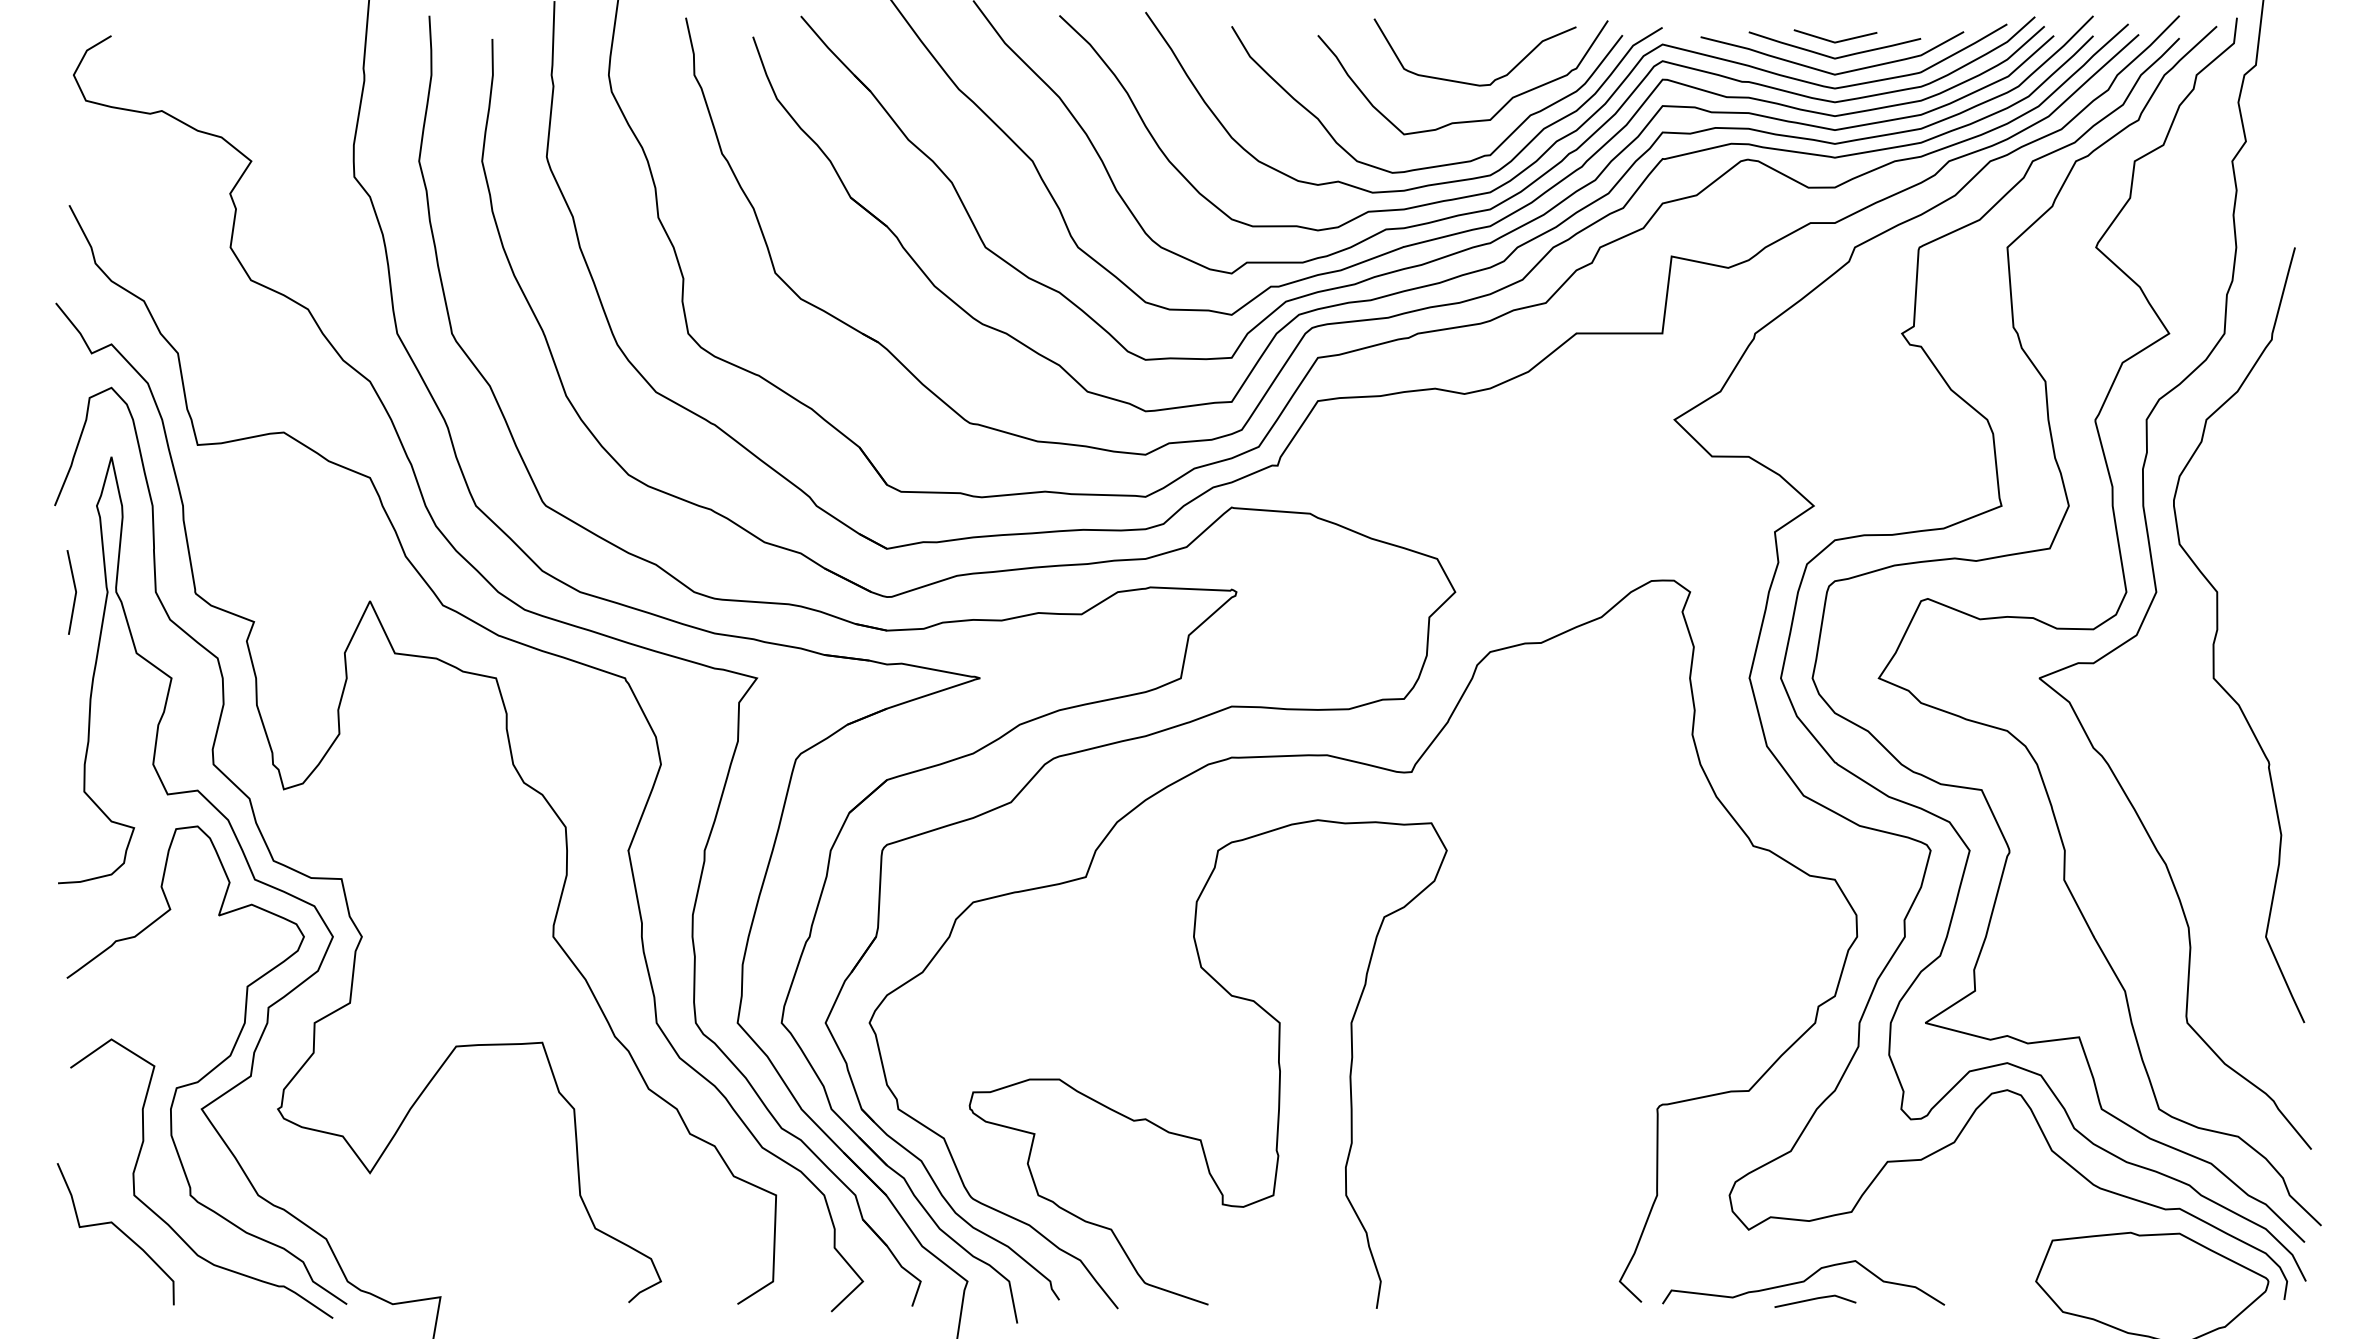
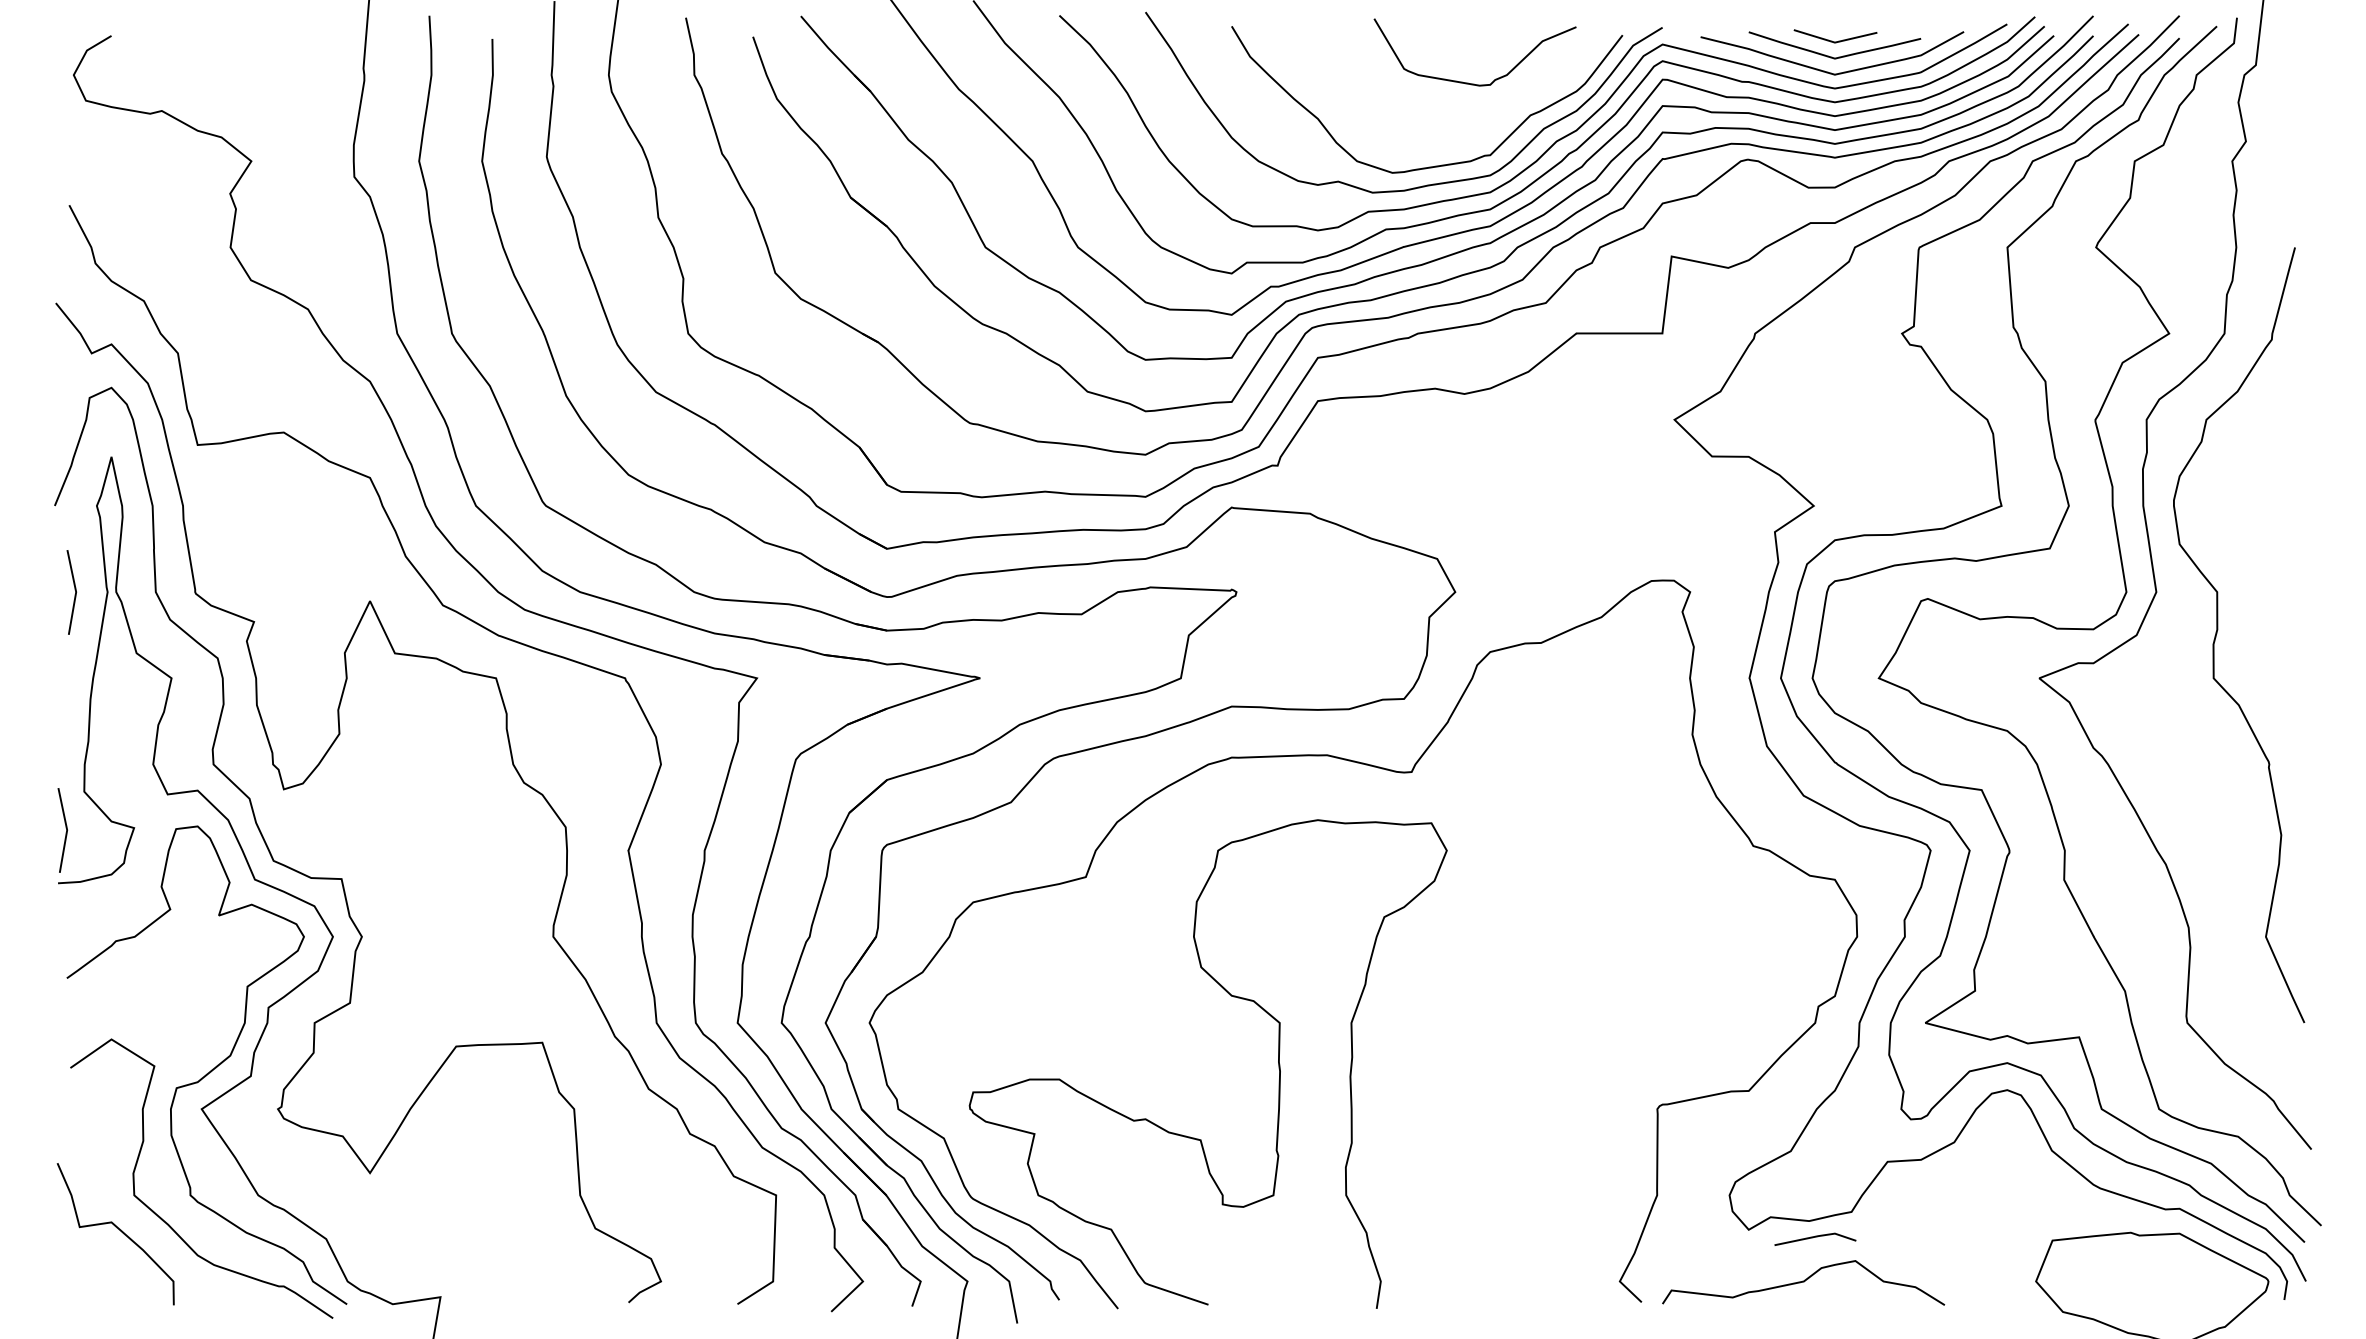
curve at (1469, 120): present -> none
line at (65, 832): none -> present
line at (1815, 1299) position: (1815, 1299) -> (1815, 1237)
